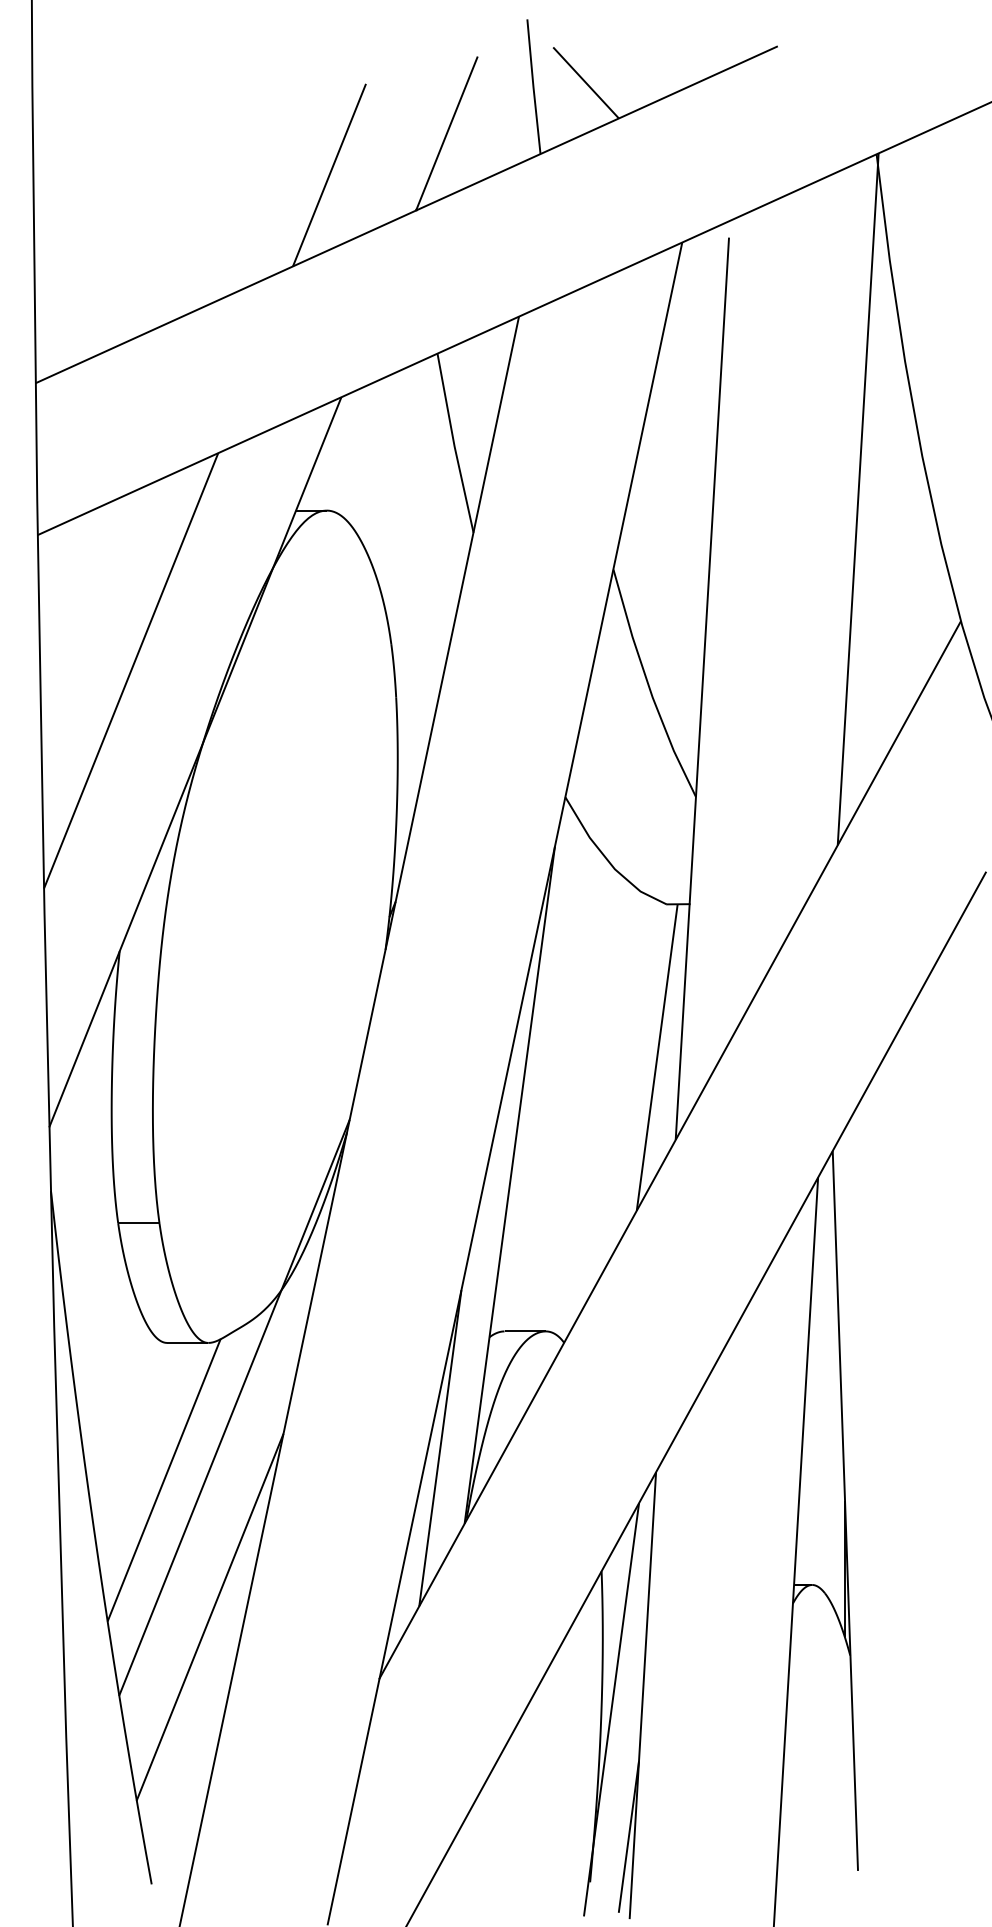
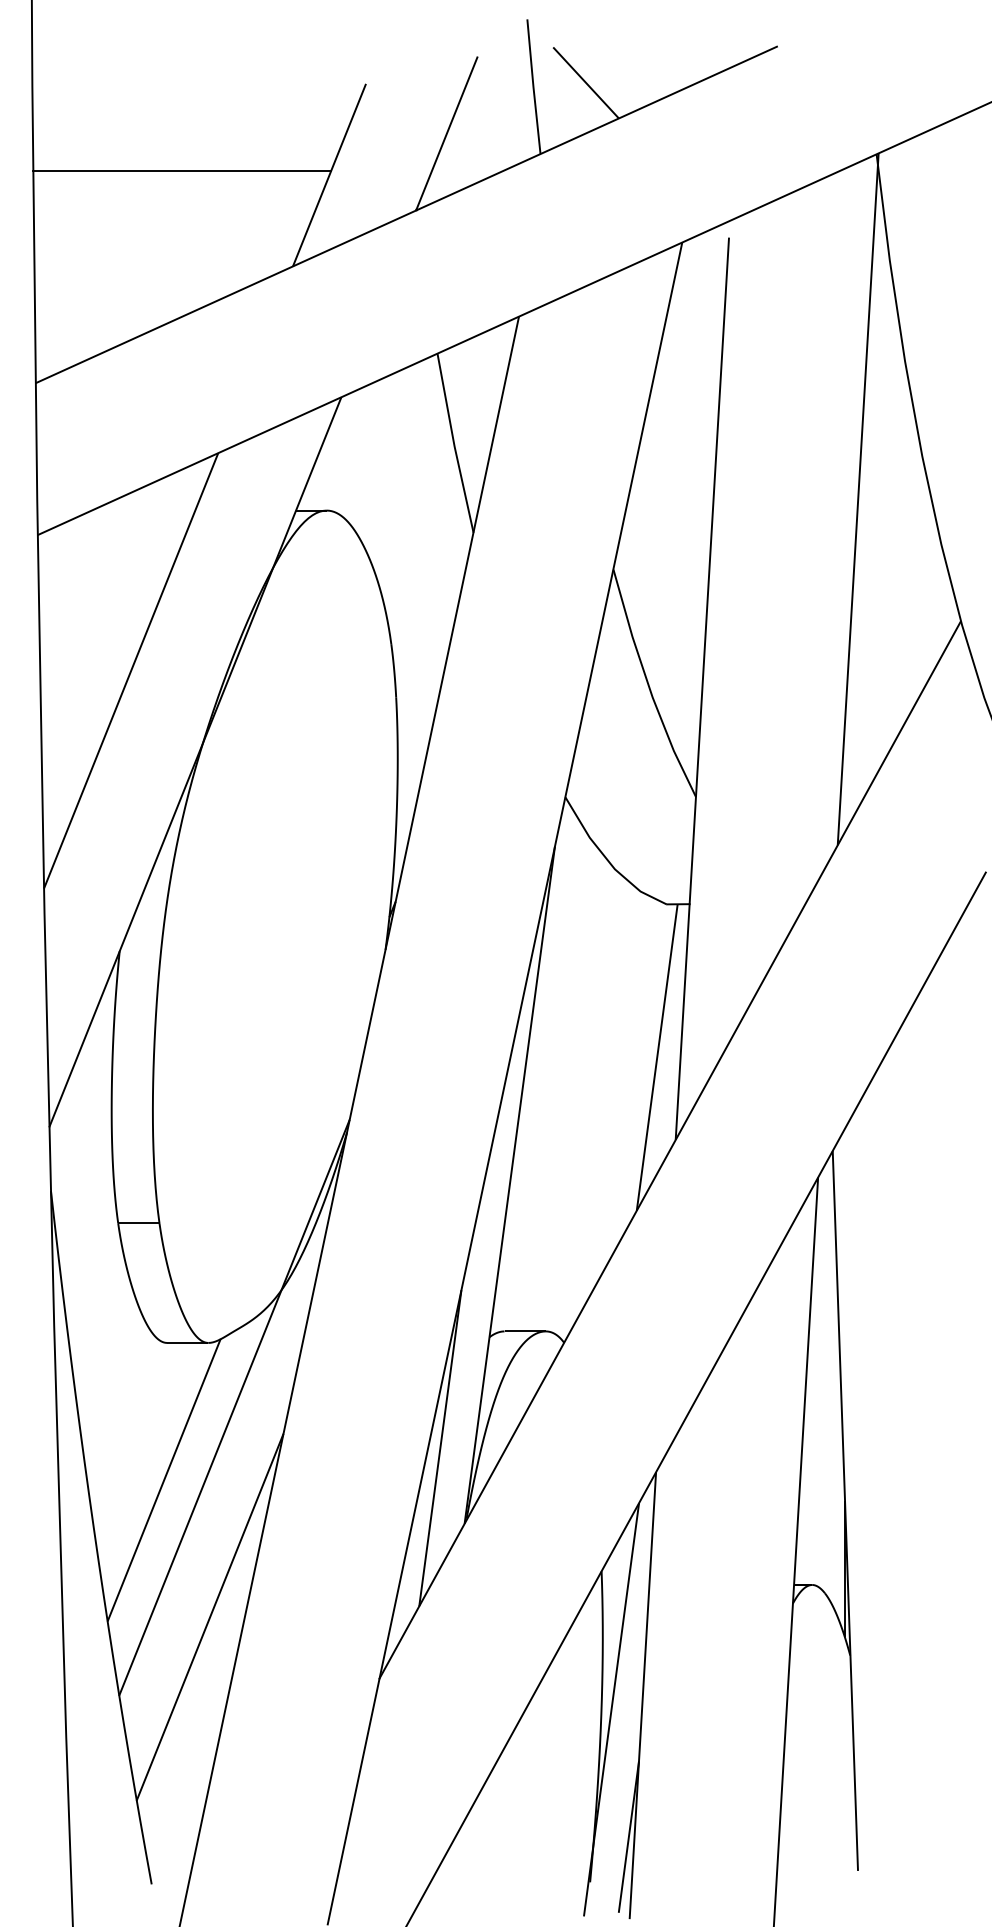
line at (182, 171): none -> present
